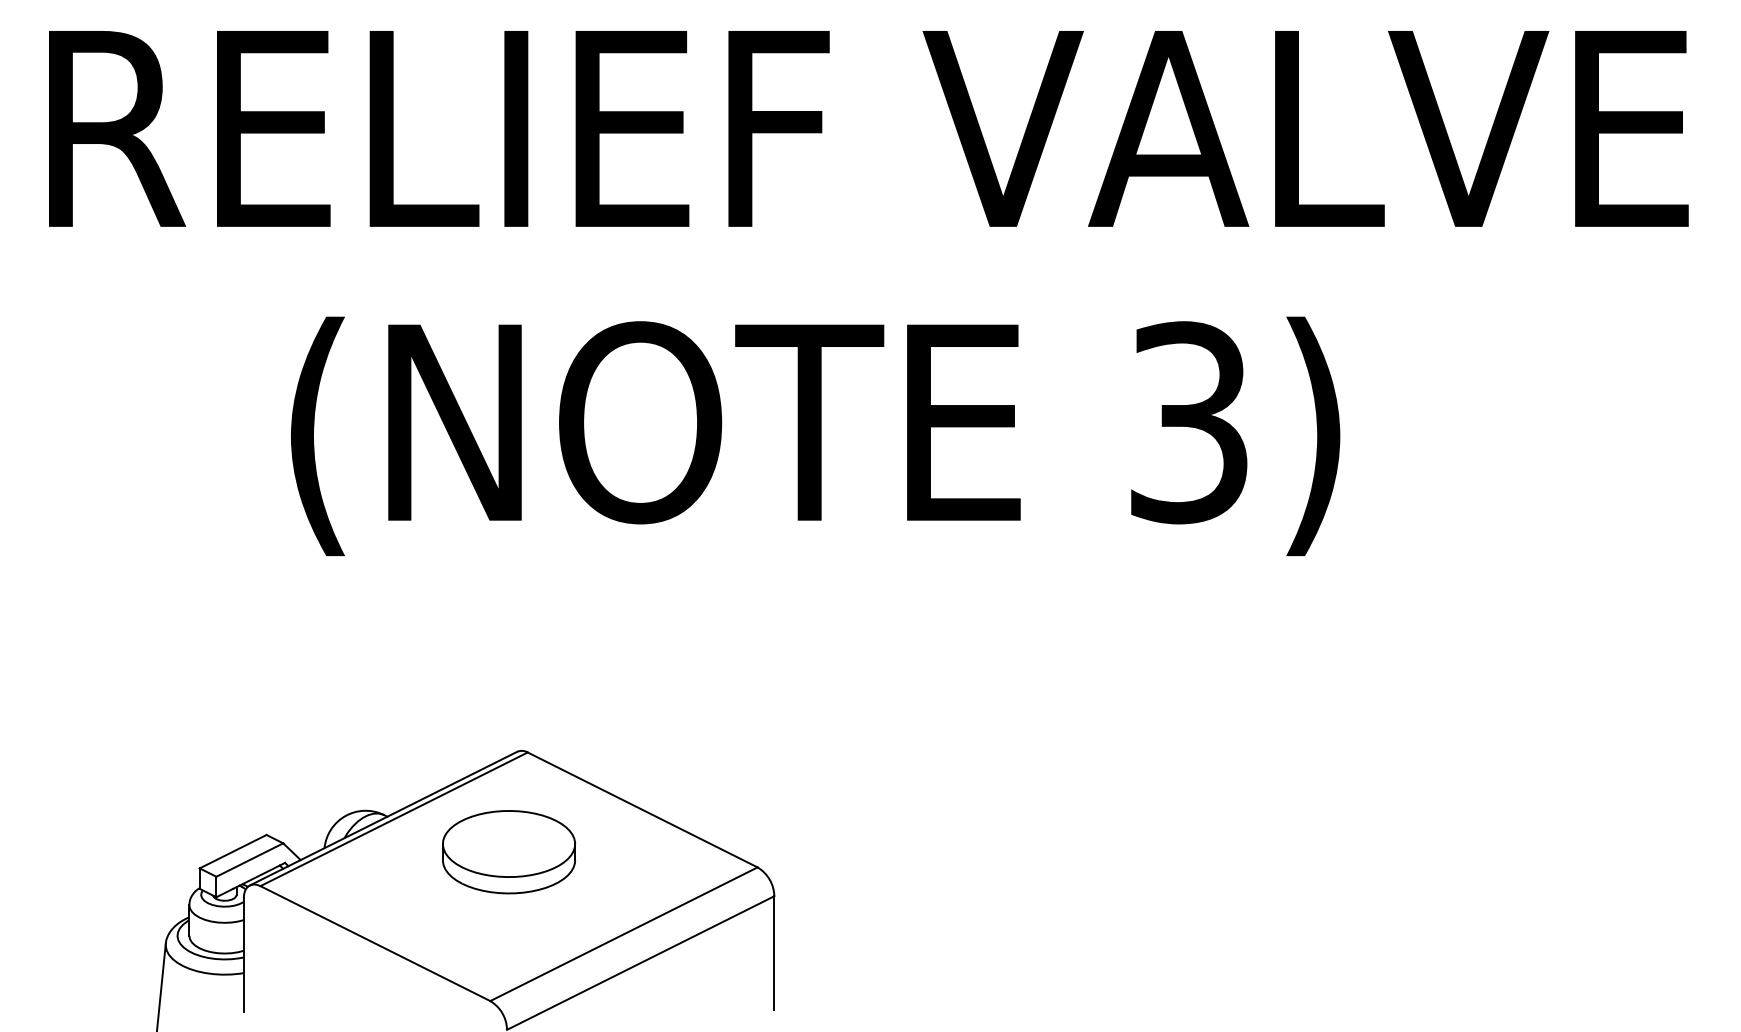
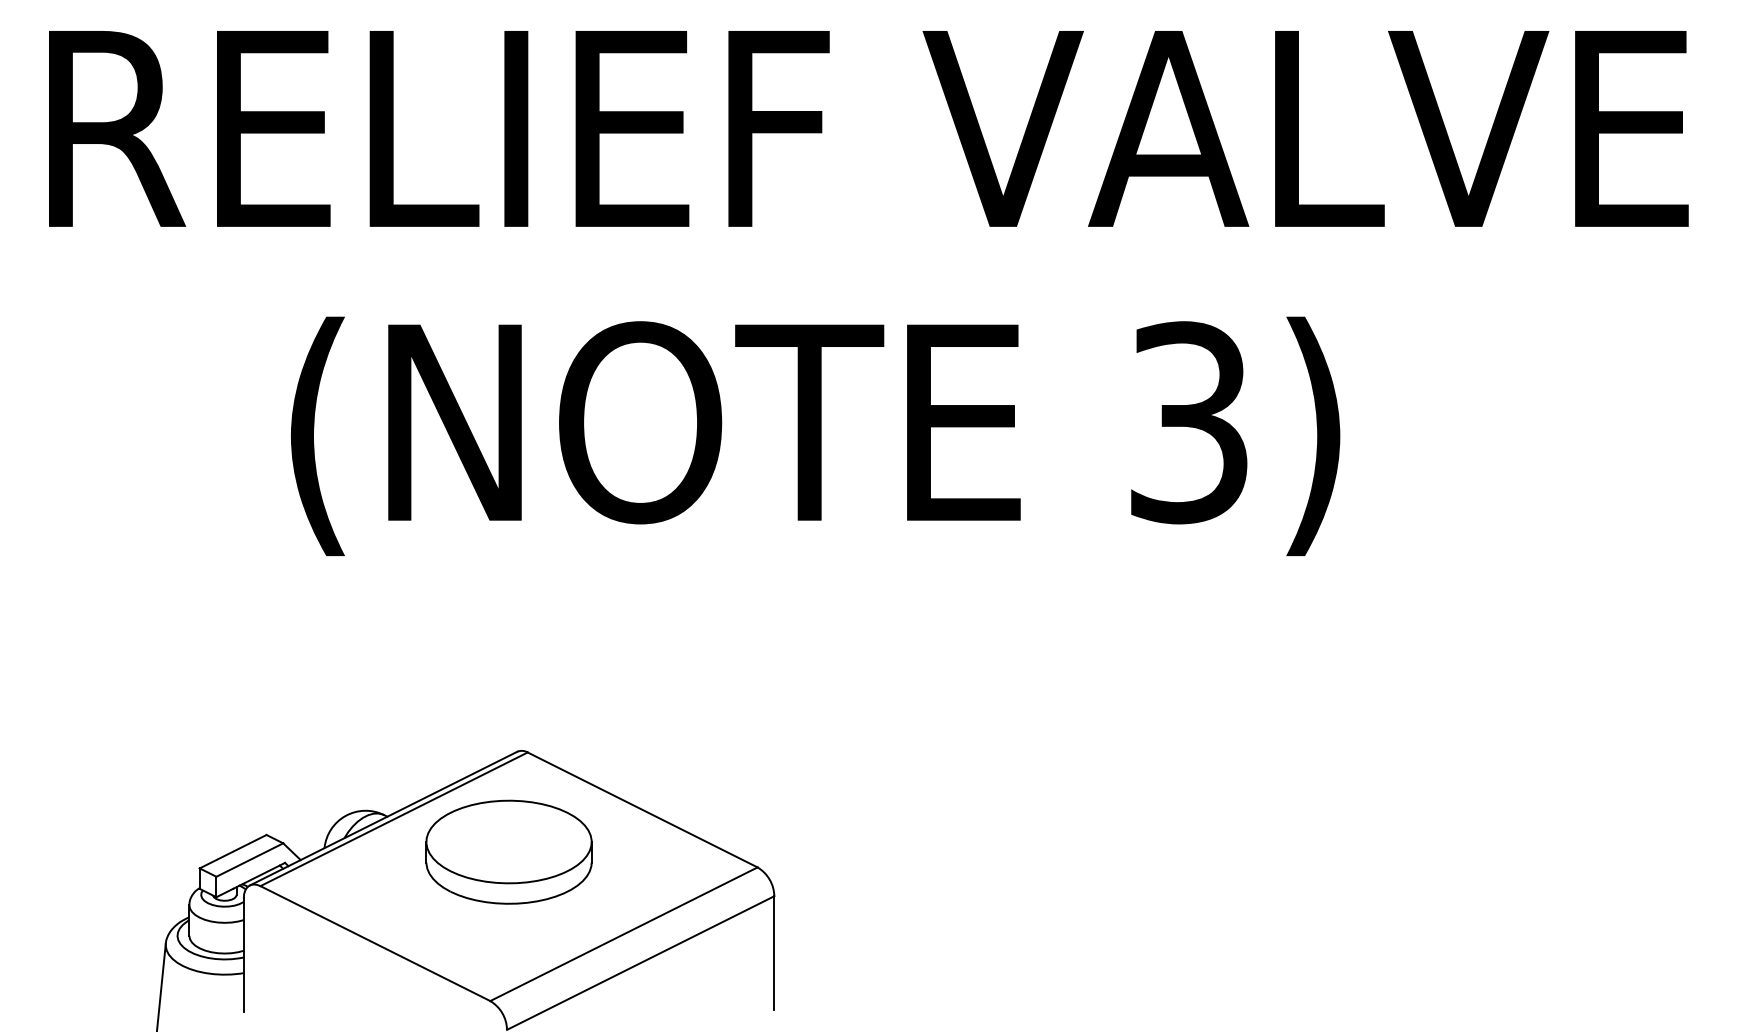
part at (508, 852) size: 134x85 px -> 168x106 px
